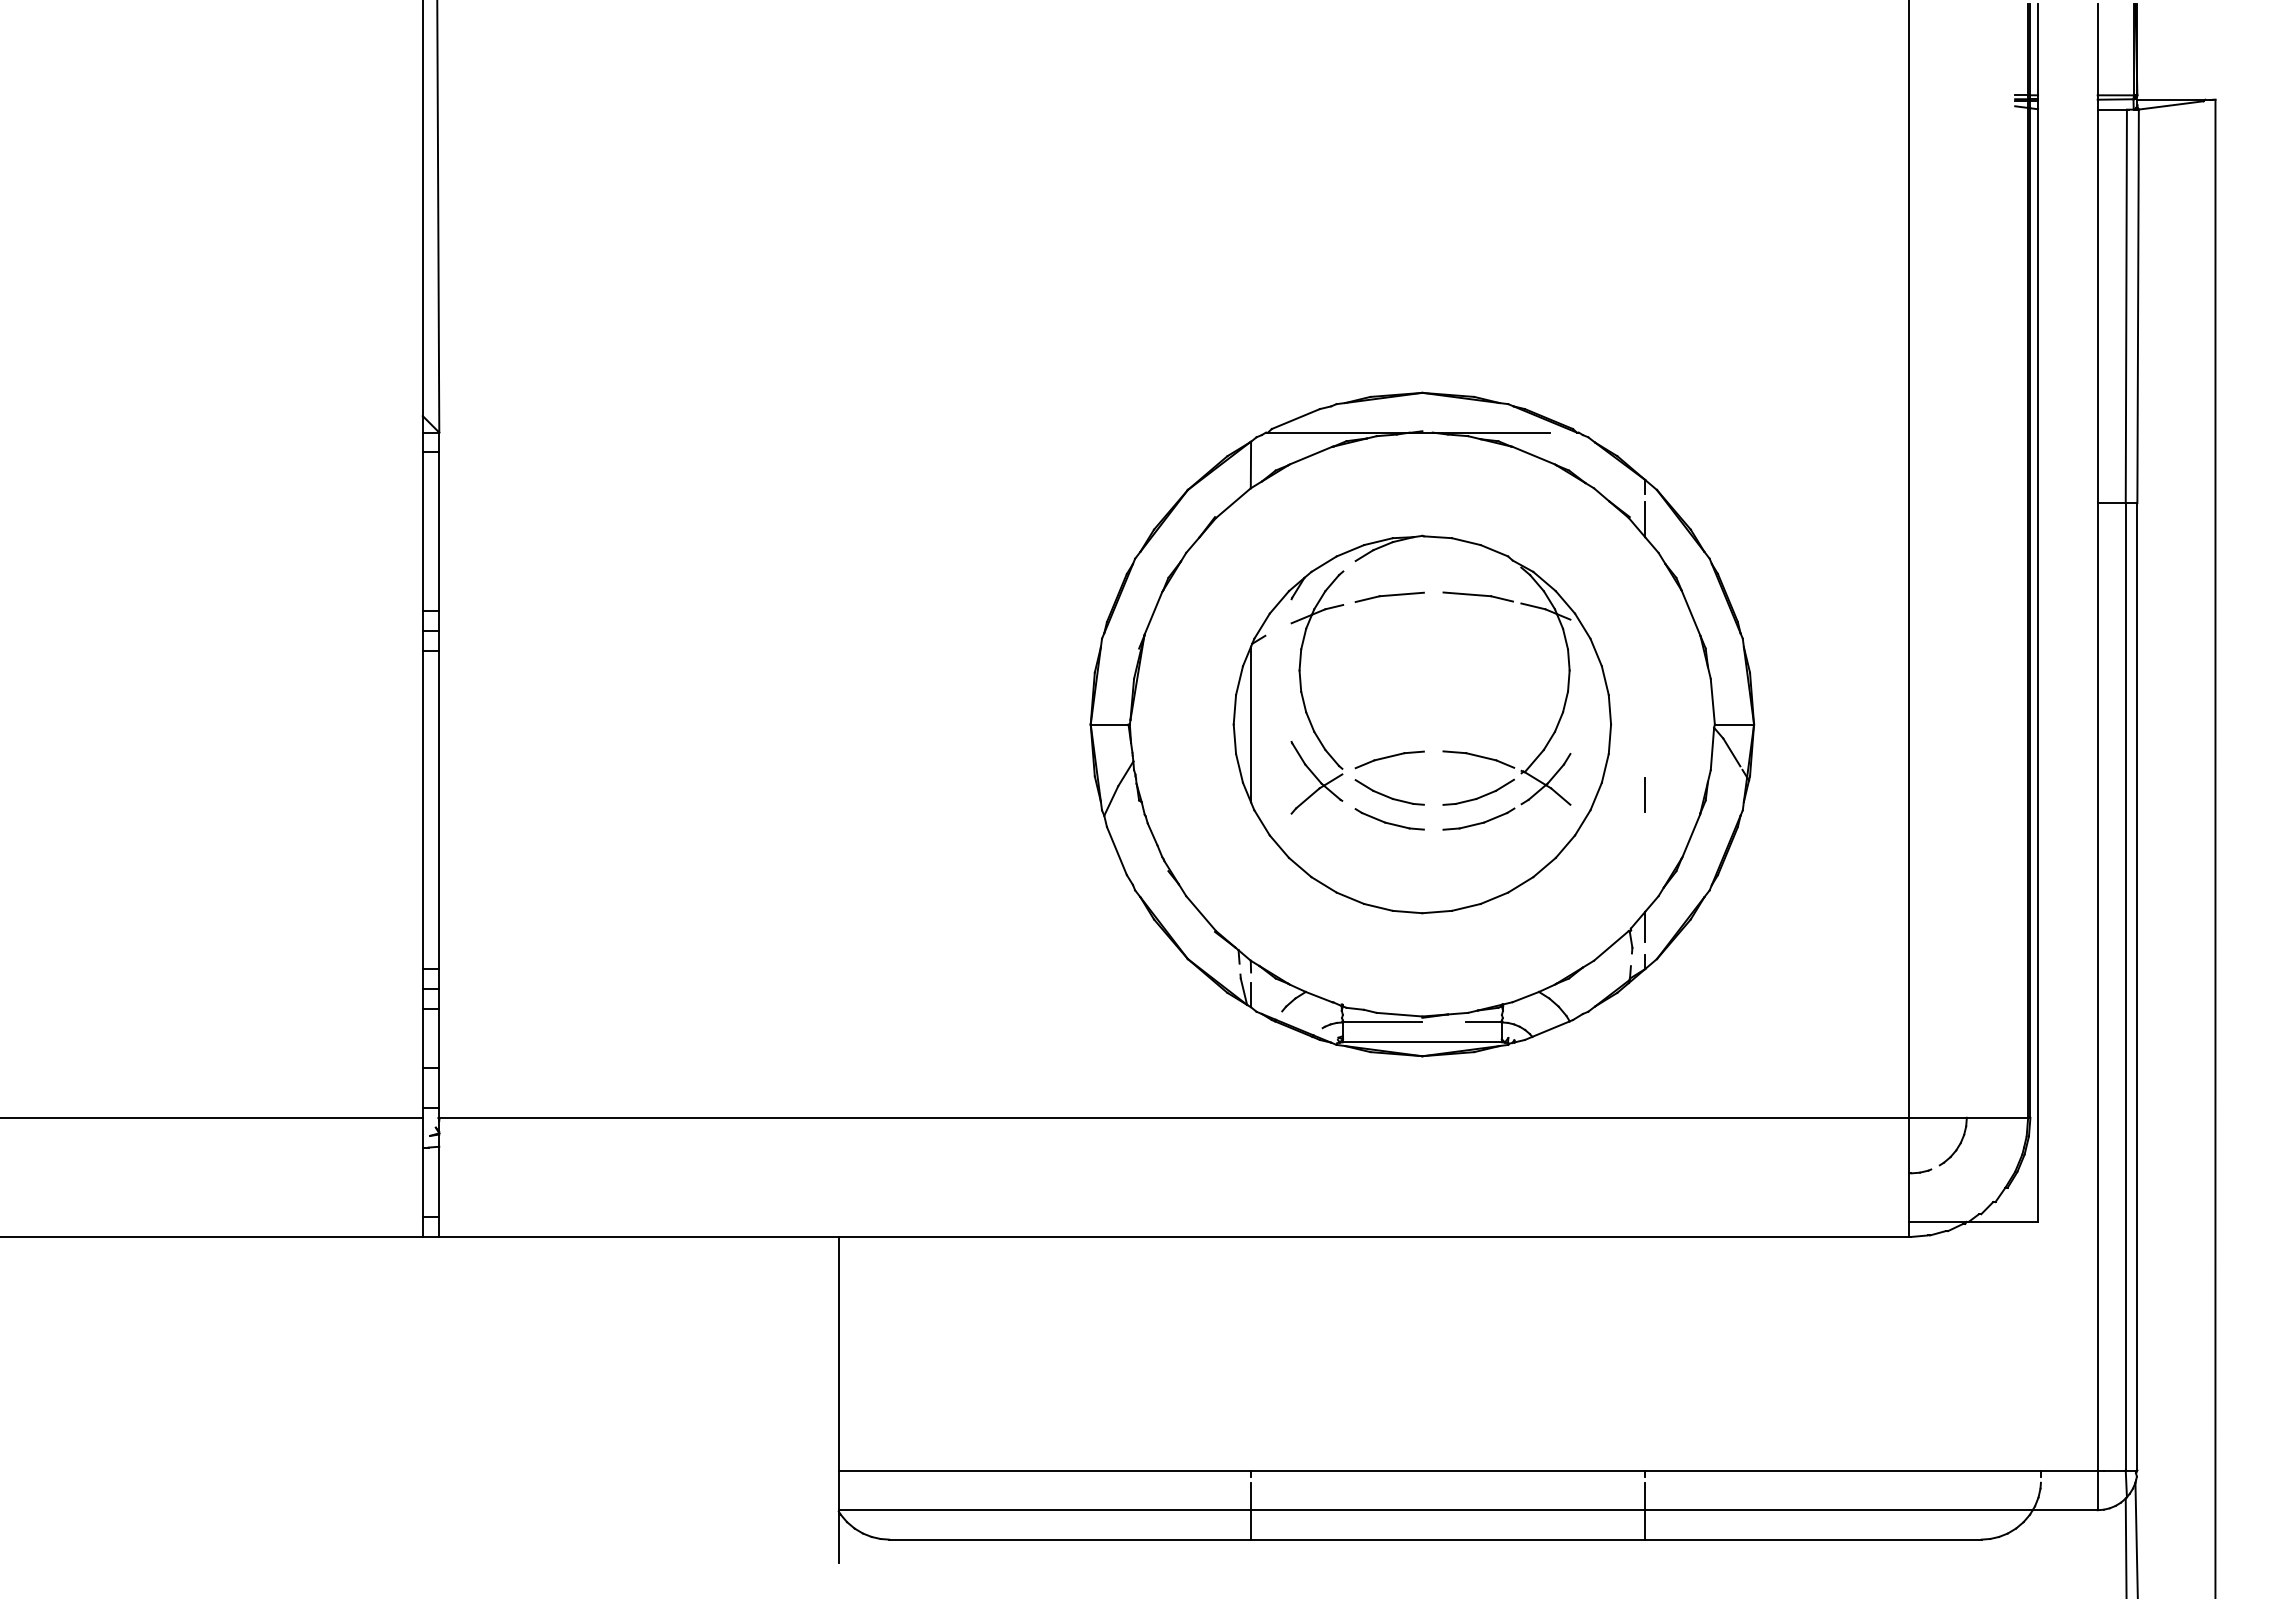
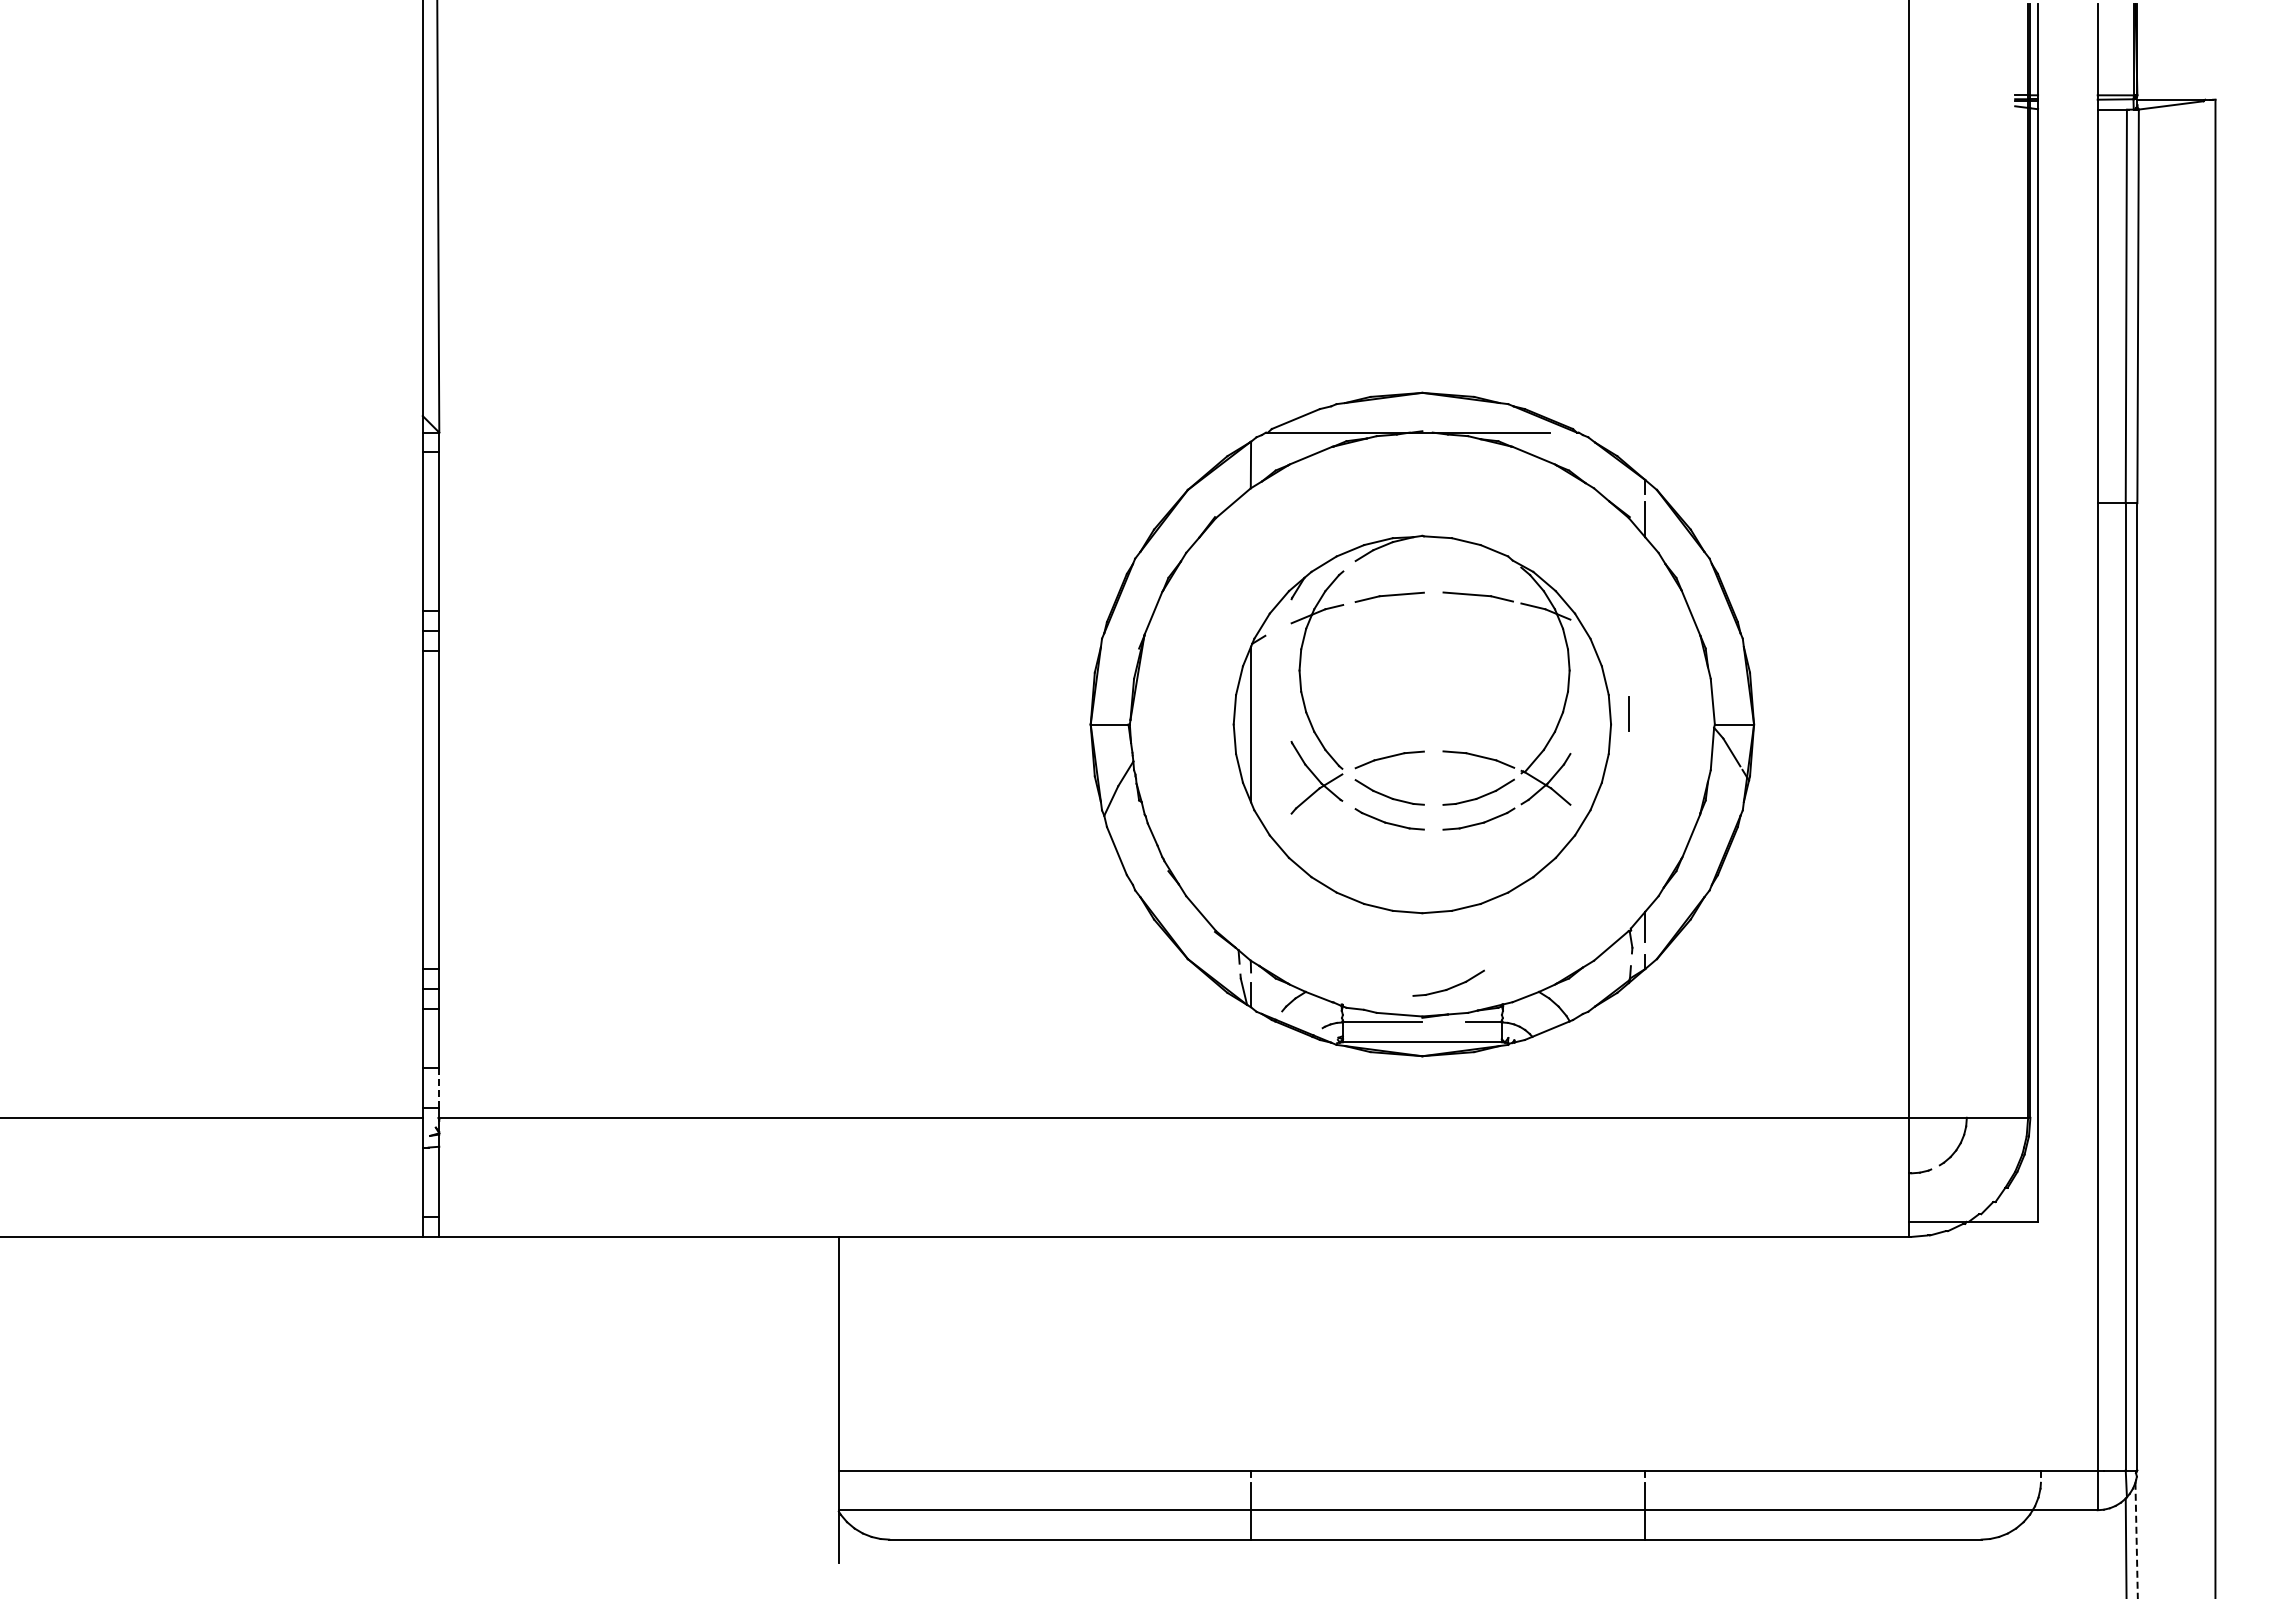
line at (1644, 794) position: (1644, 794) -> (1628, 713)
part at (1448, 982): none -> present
line at (439, 1088): solid -> dashed
line at (2136, 1540): solid -> dashed
